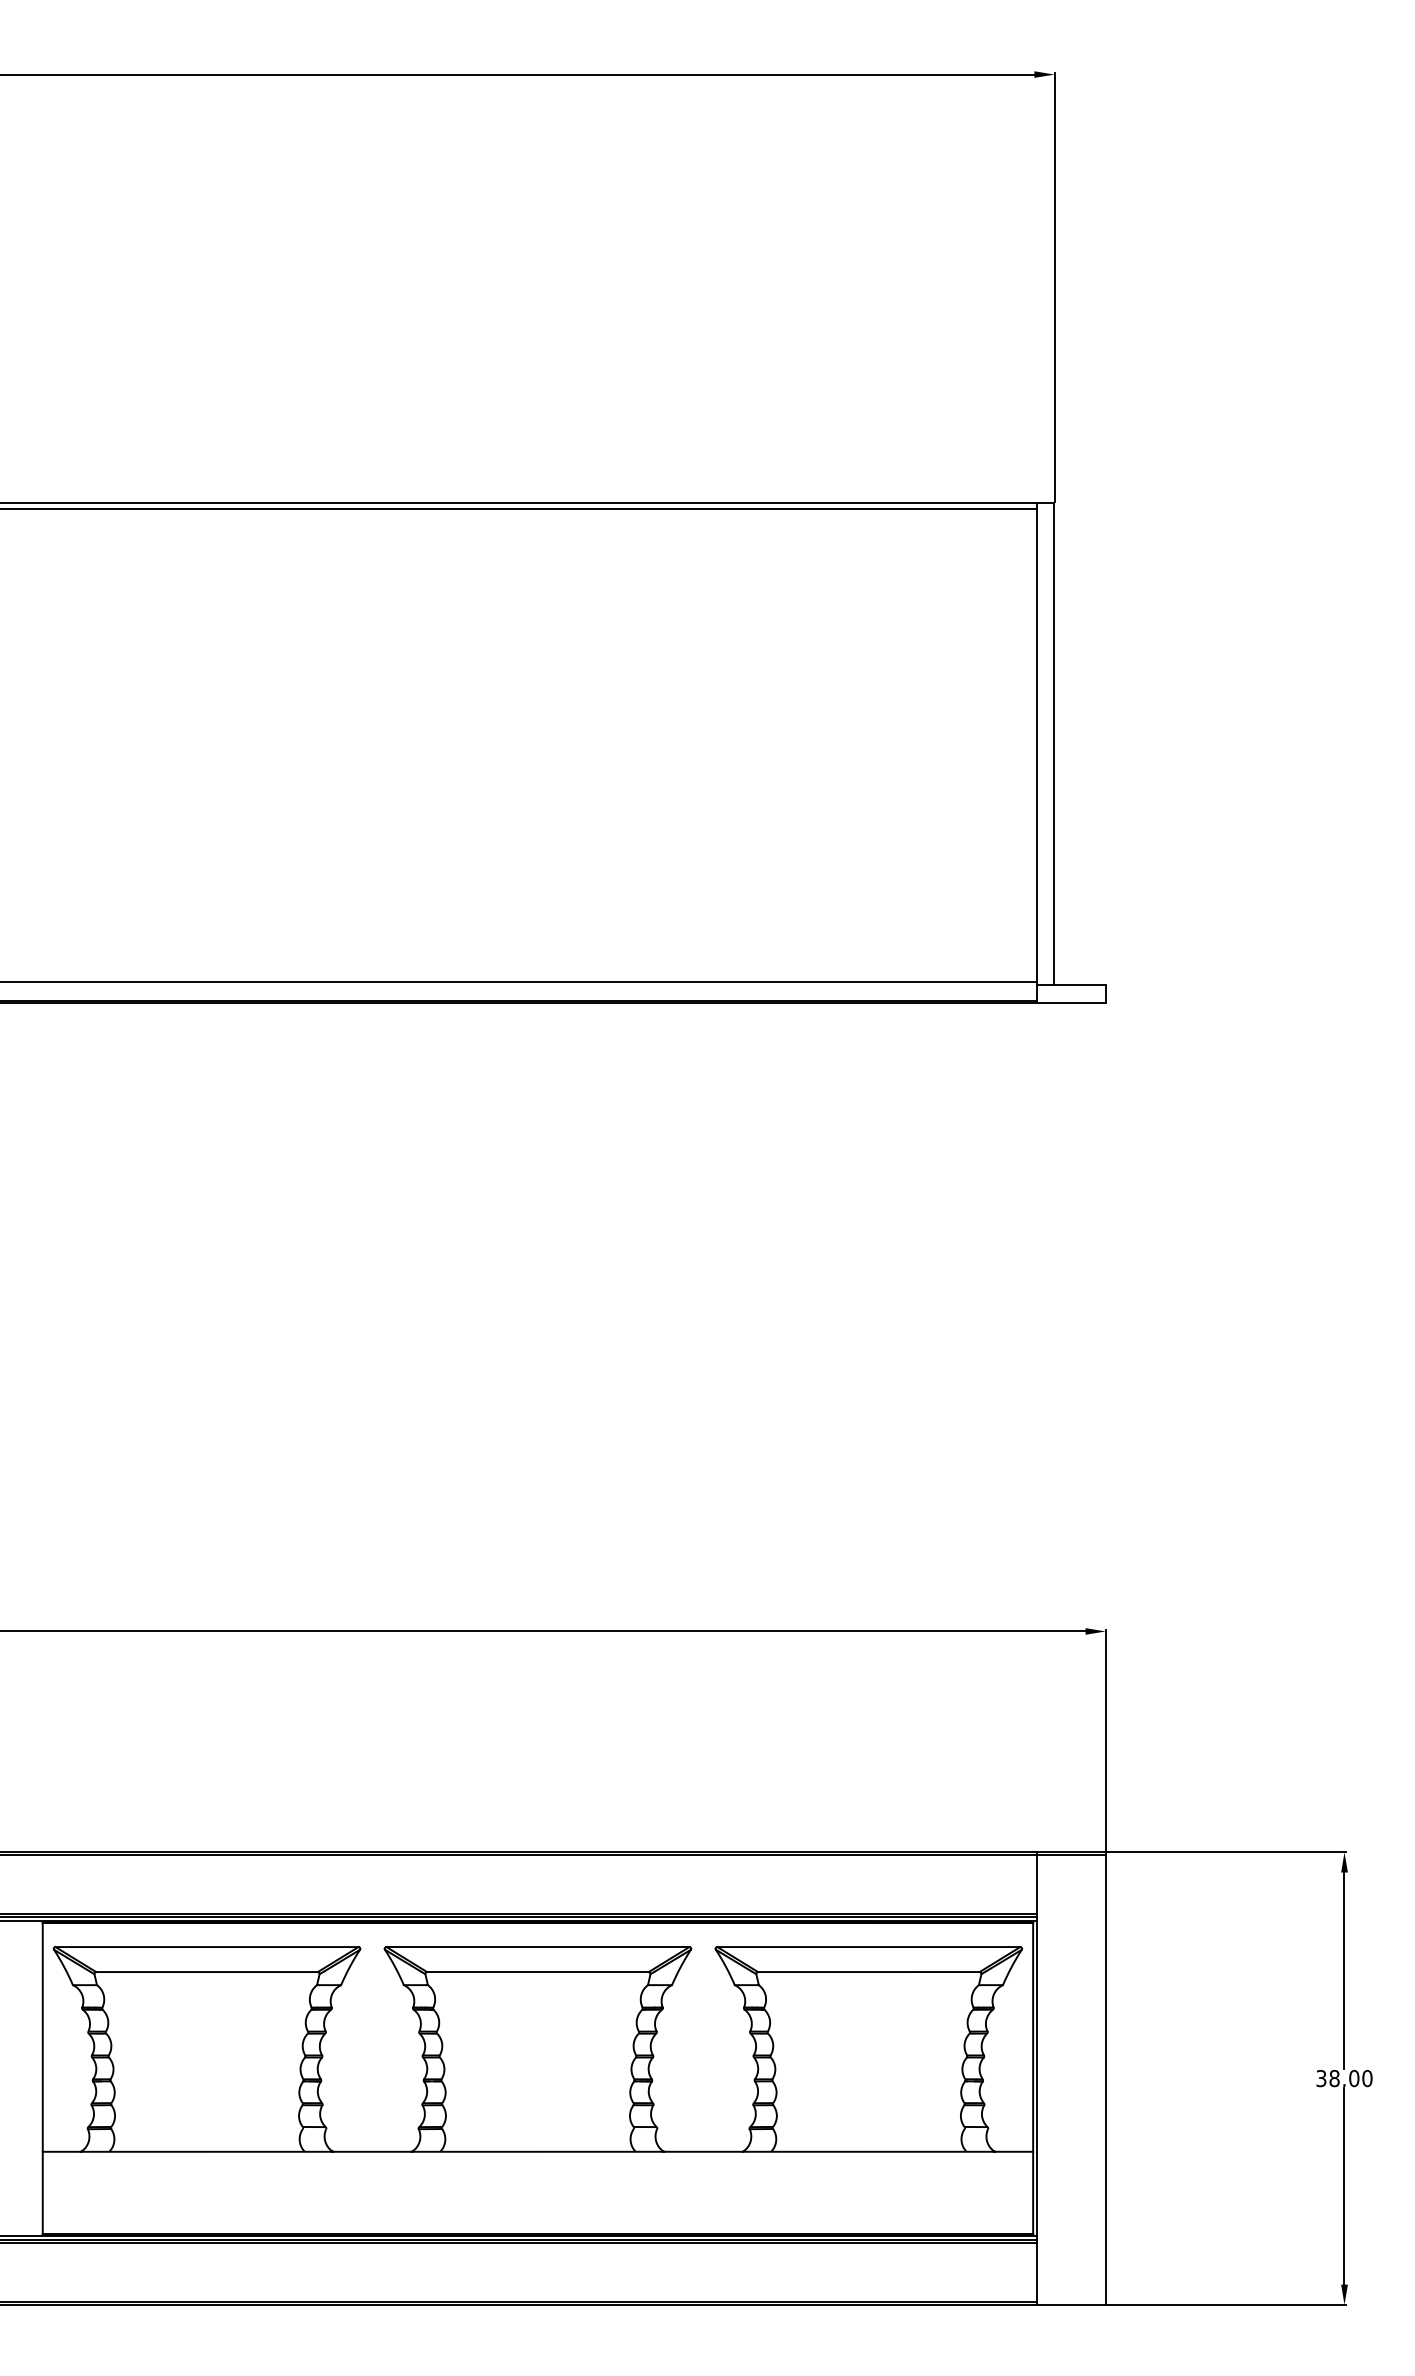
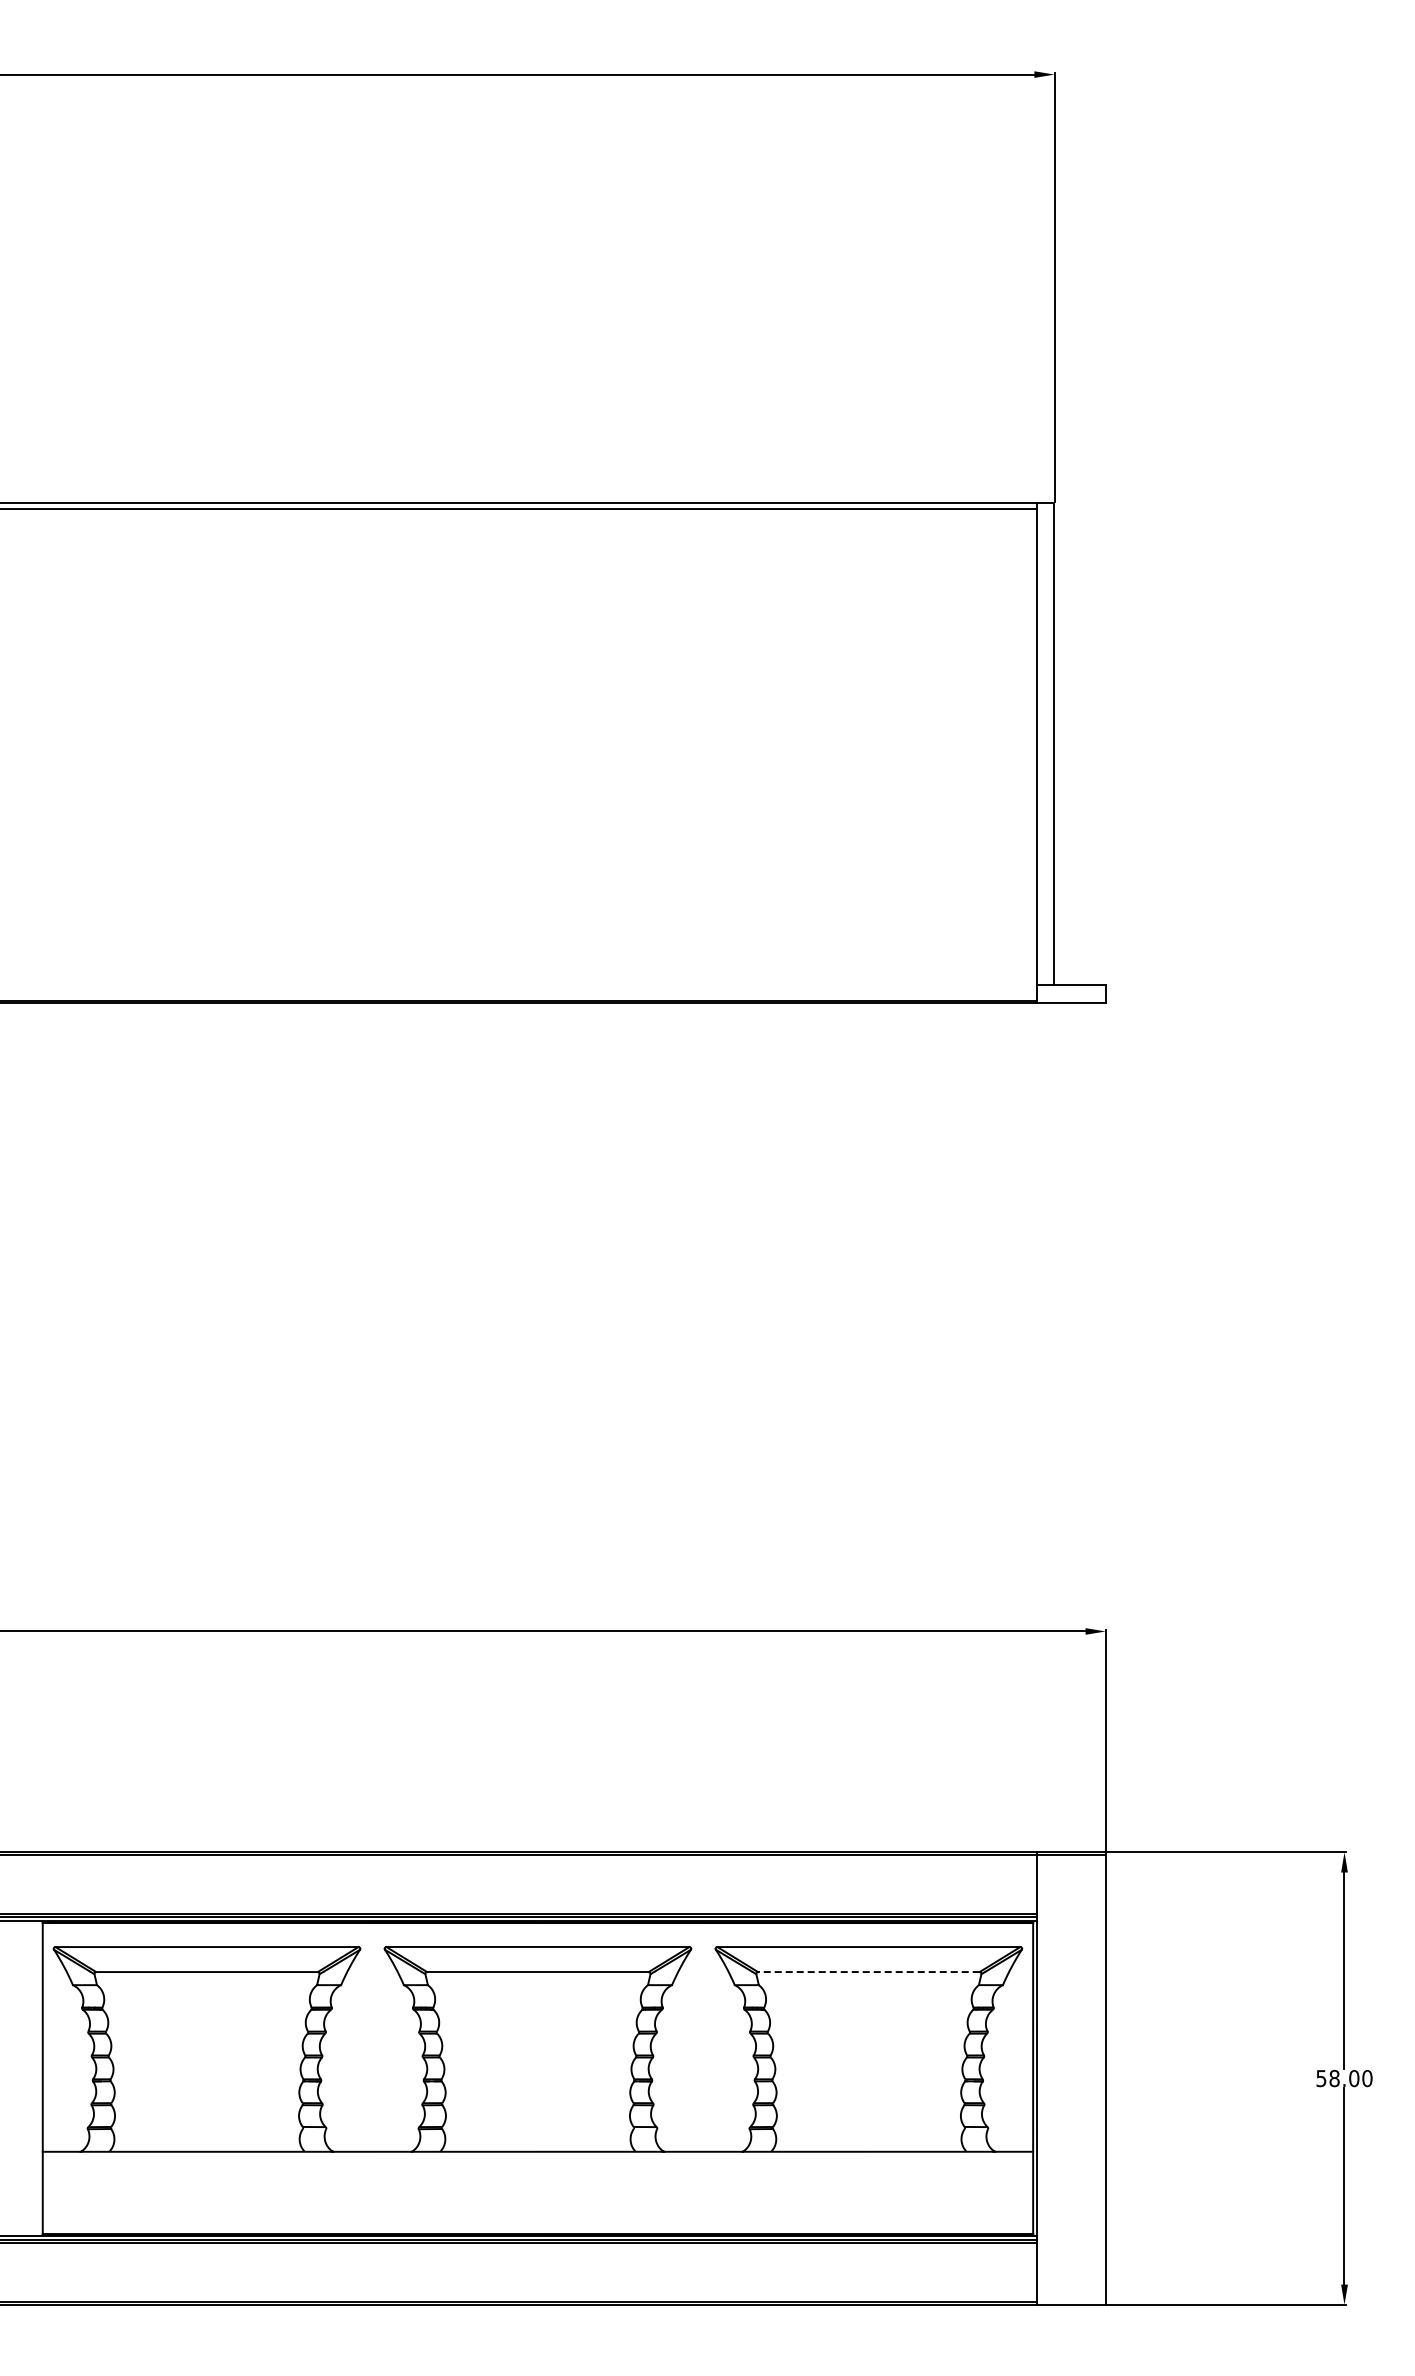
line at (519, 981): present -> none
line at (868, 1972): solid -> dashed
text at (1321, 2078): 38.00 -> 58.00
